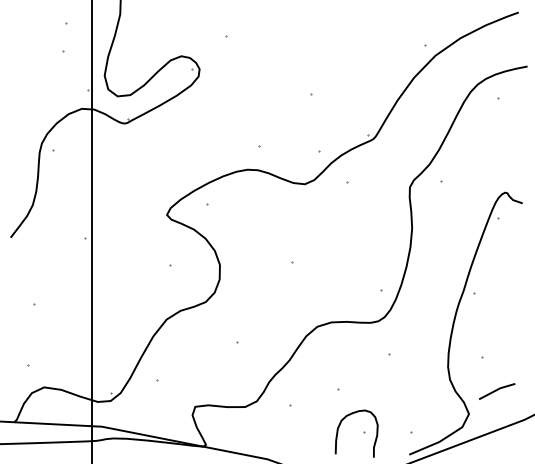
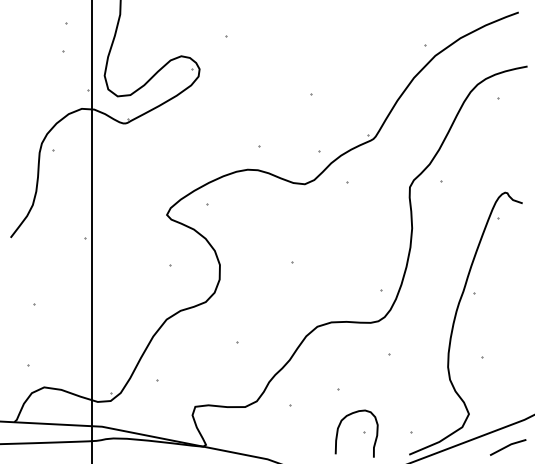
line at (496, 391) position: (496, 391) -> (507, 447)
